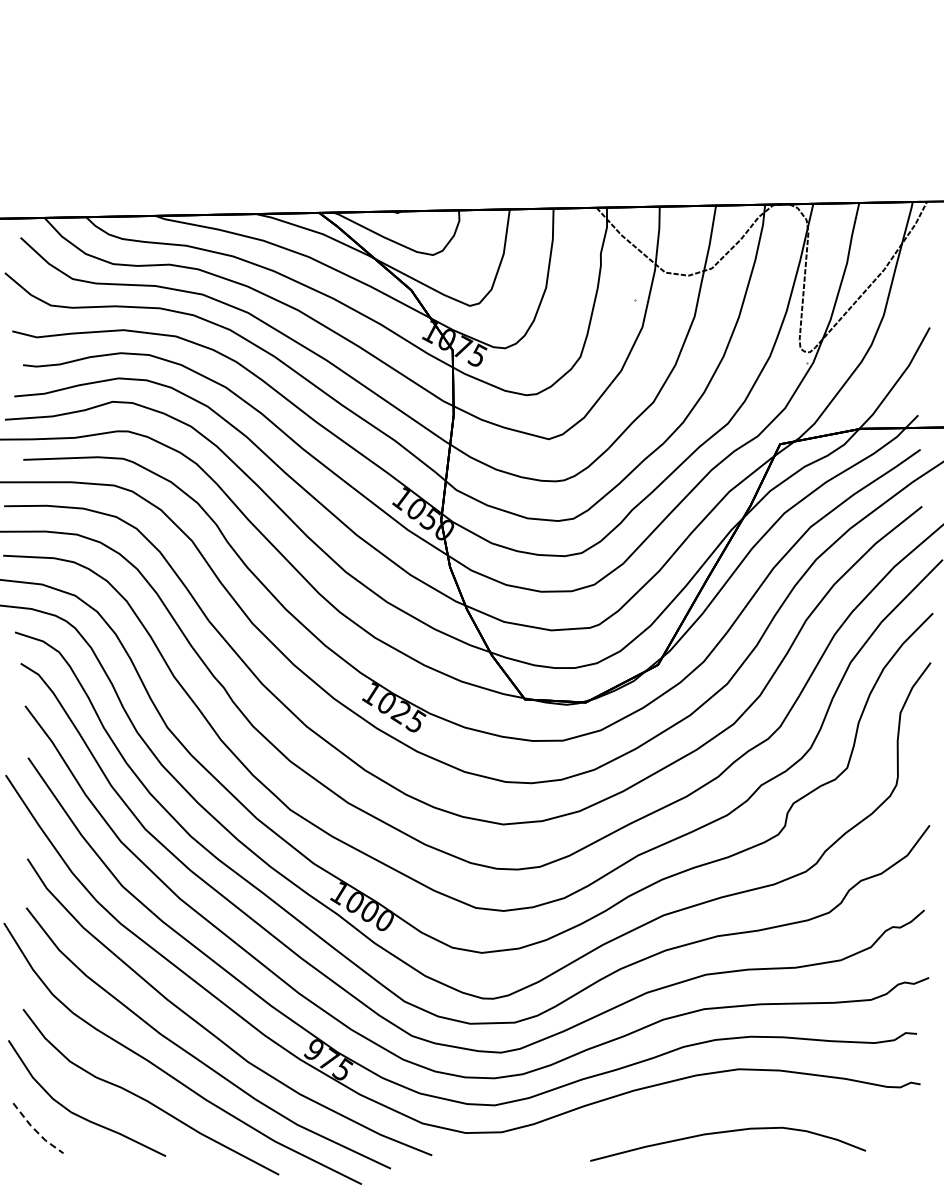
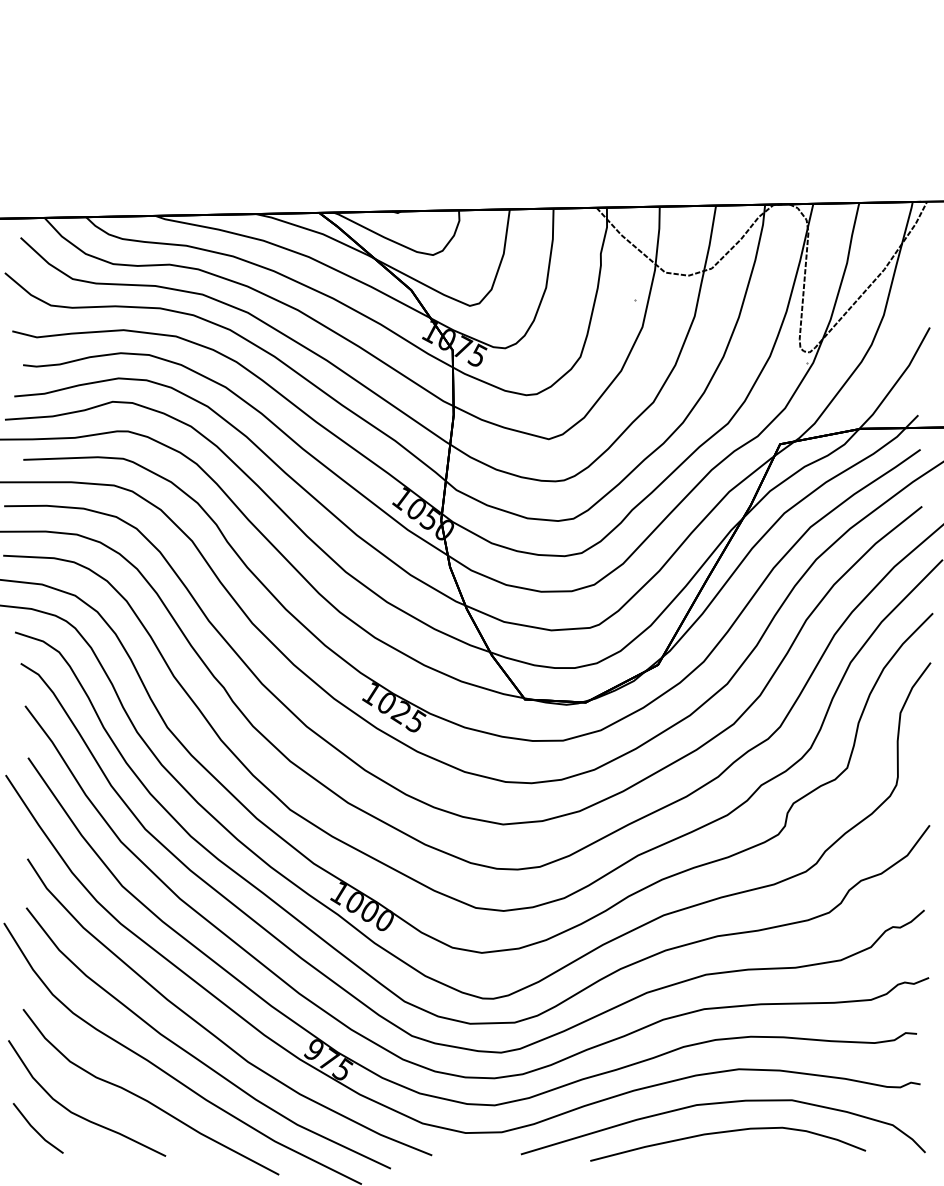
curve at (717, 1104): none -> present
line at (36, 1131): dashed -> solid
